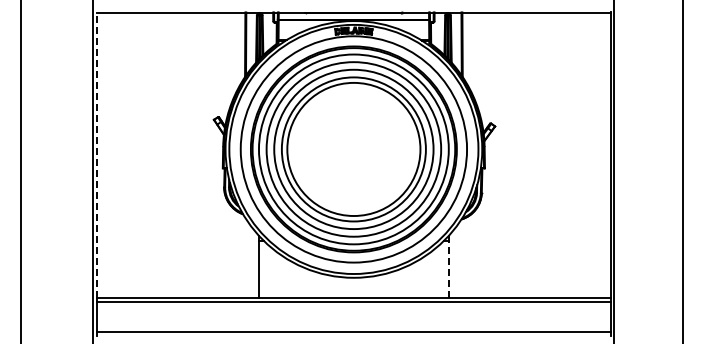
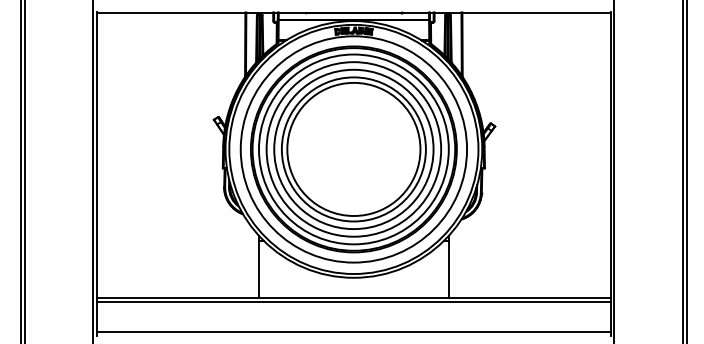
line at (97, 155): dashed -> solid
line at (24, 171): none -> present
line at (686, 171): none -> present
line at (448, 269): dashed -> solid
